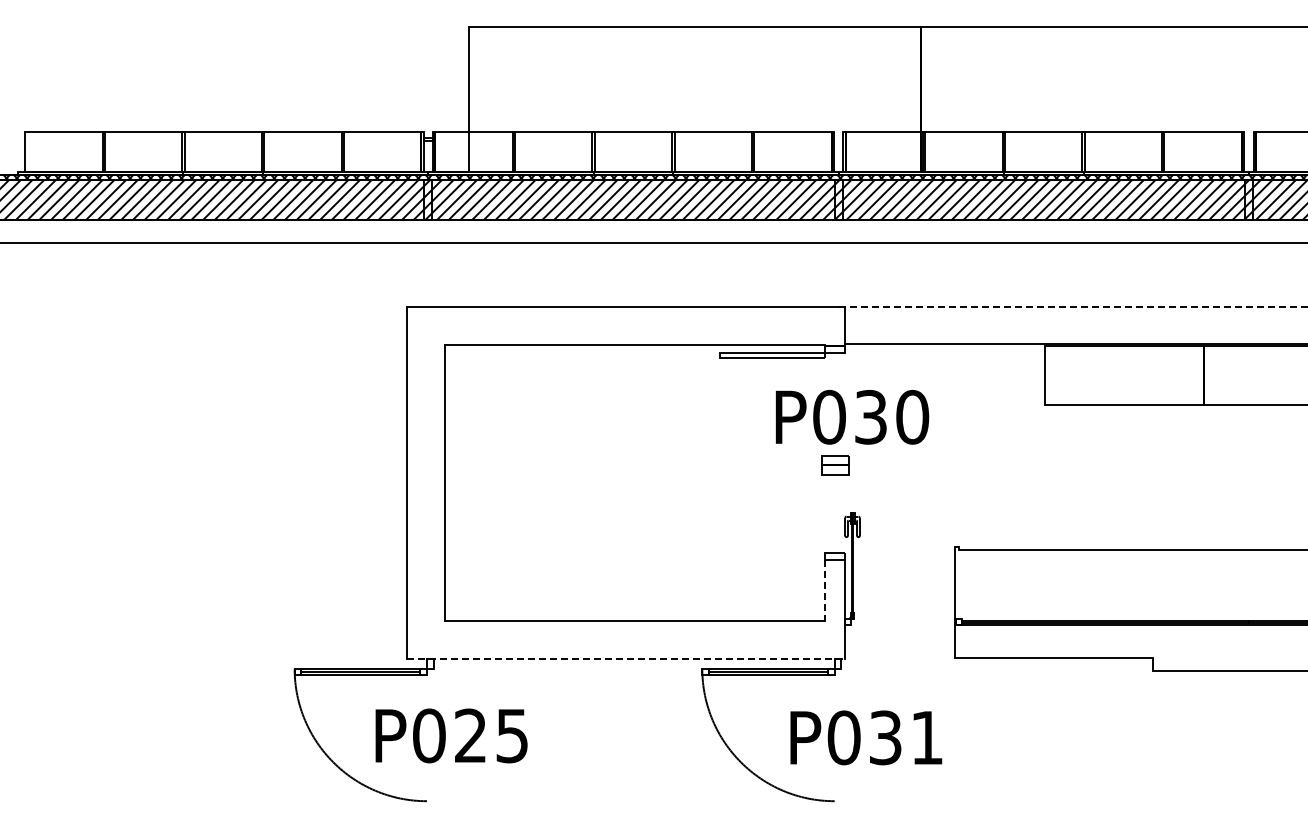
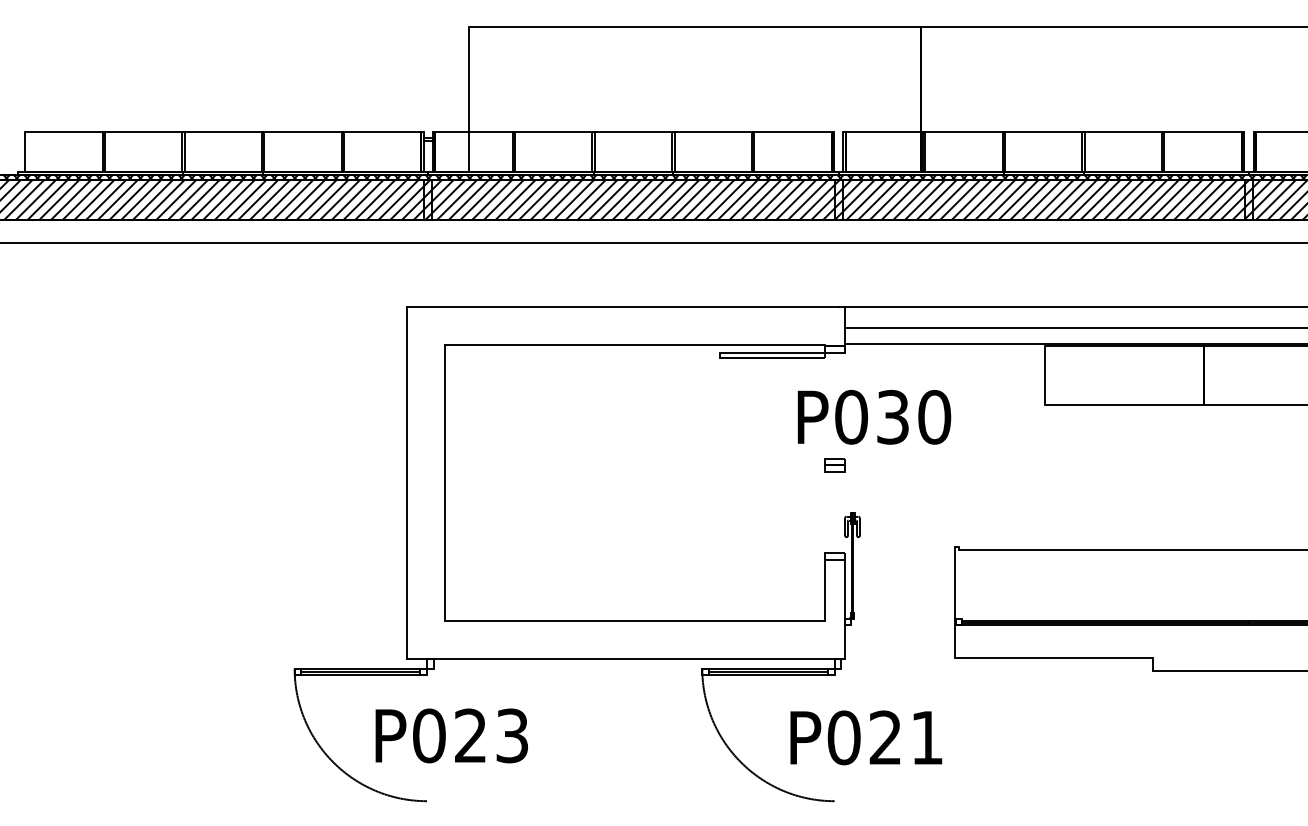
line at (1073, 306): dashed -> solid
line at (1074, 328): none -> present
text at (852, 417) position: (852, 417) -> (874, 417)
part at (835, 465) size: 29x21 px -> 22x15 px
line at (825, 590): dashed -> solid
line at (626, 658): dashed -> solid
text at (512, 735): P025 -> P023
text at (885, 737): P031 -> P021
